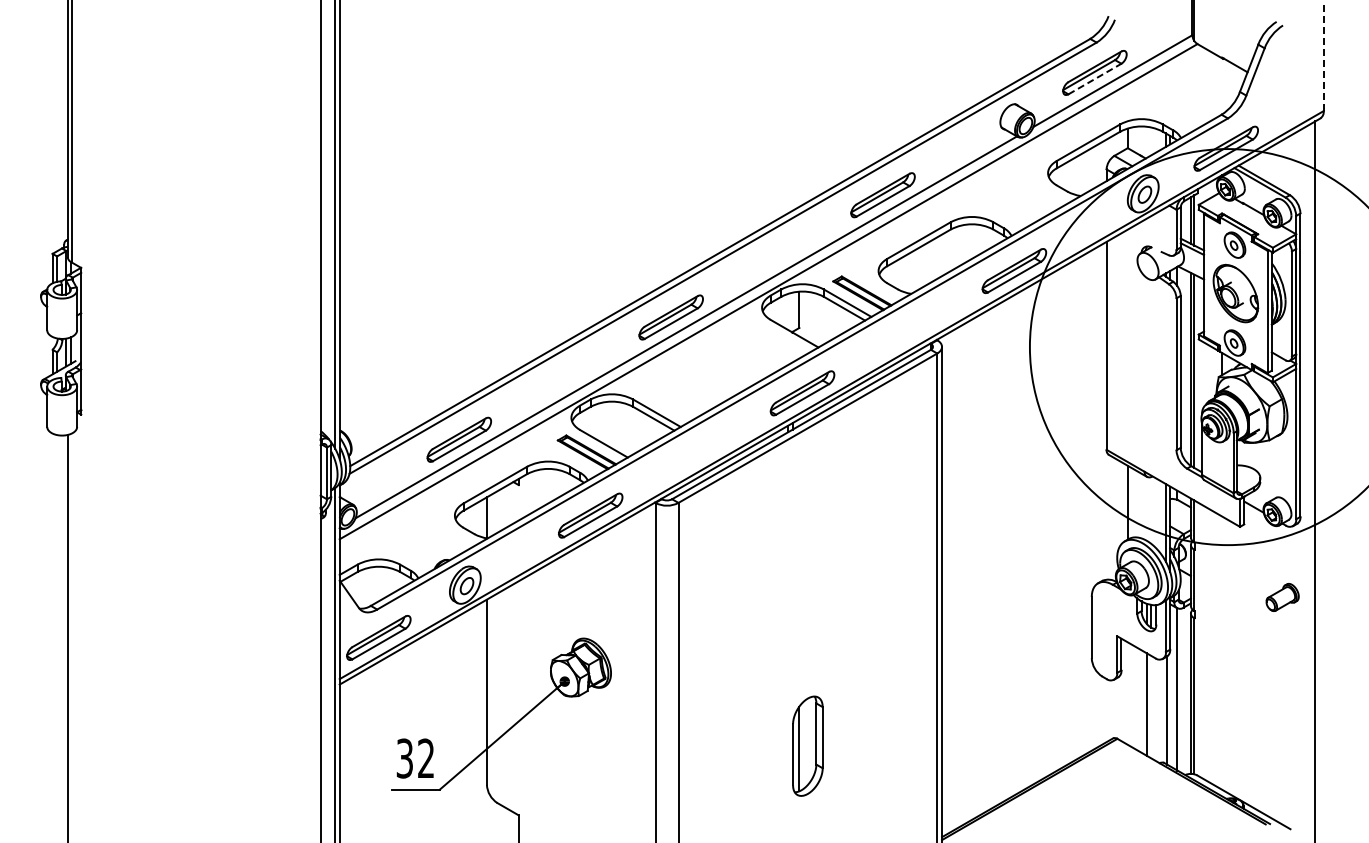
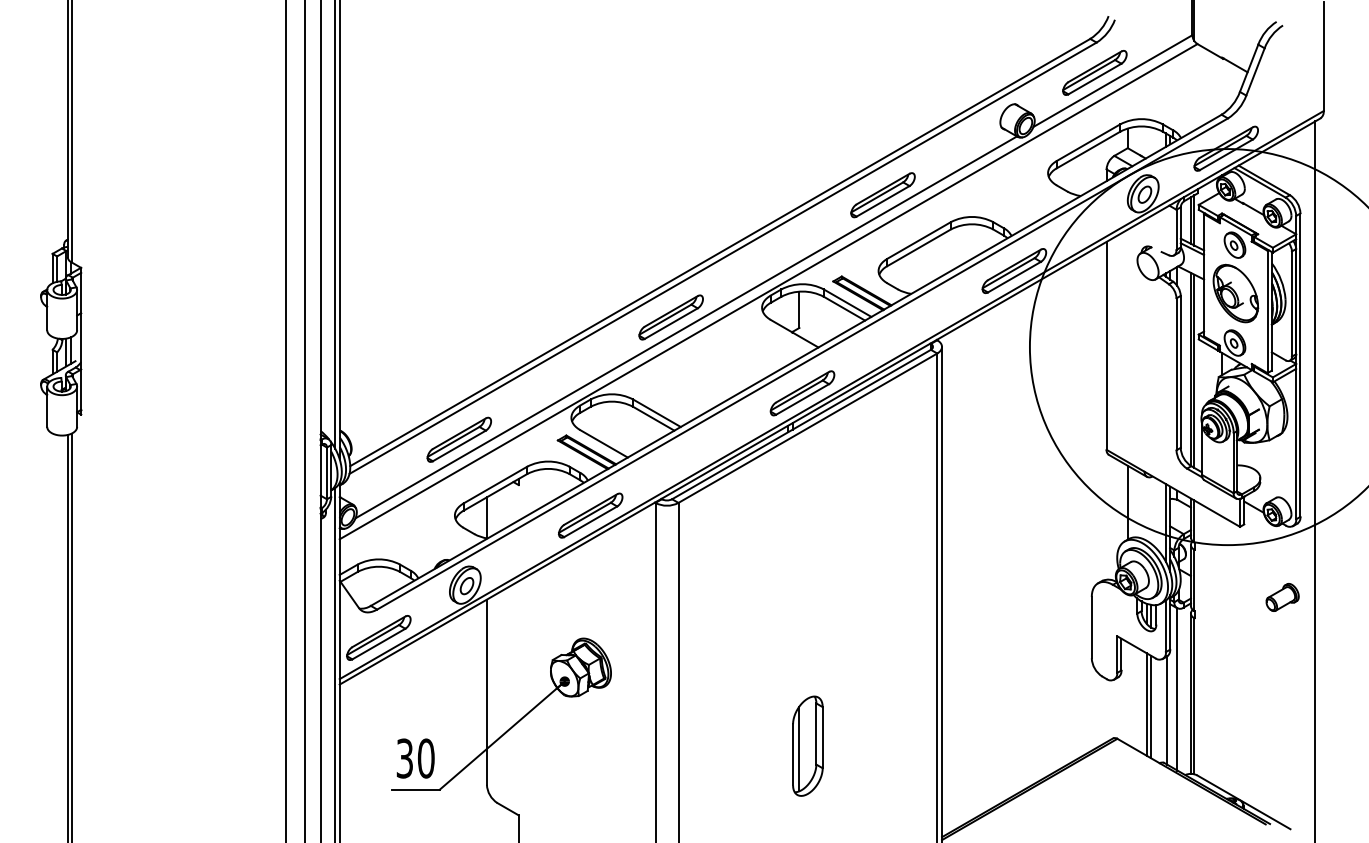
line at (1323, 56): dashed -> solid
line at (1094, 79): dashed -> solid
line at (285, 420): none -> present
line at (304, 420): none -> present
line at (71, 636): none -> present
line at (1151, 706): none -> present
text at (425, 758): 32 -> 30
